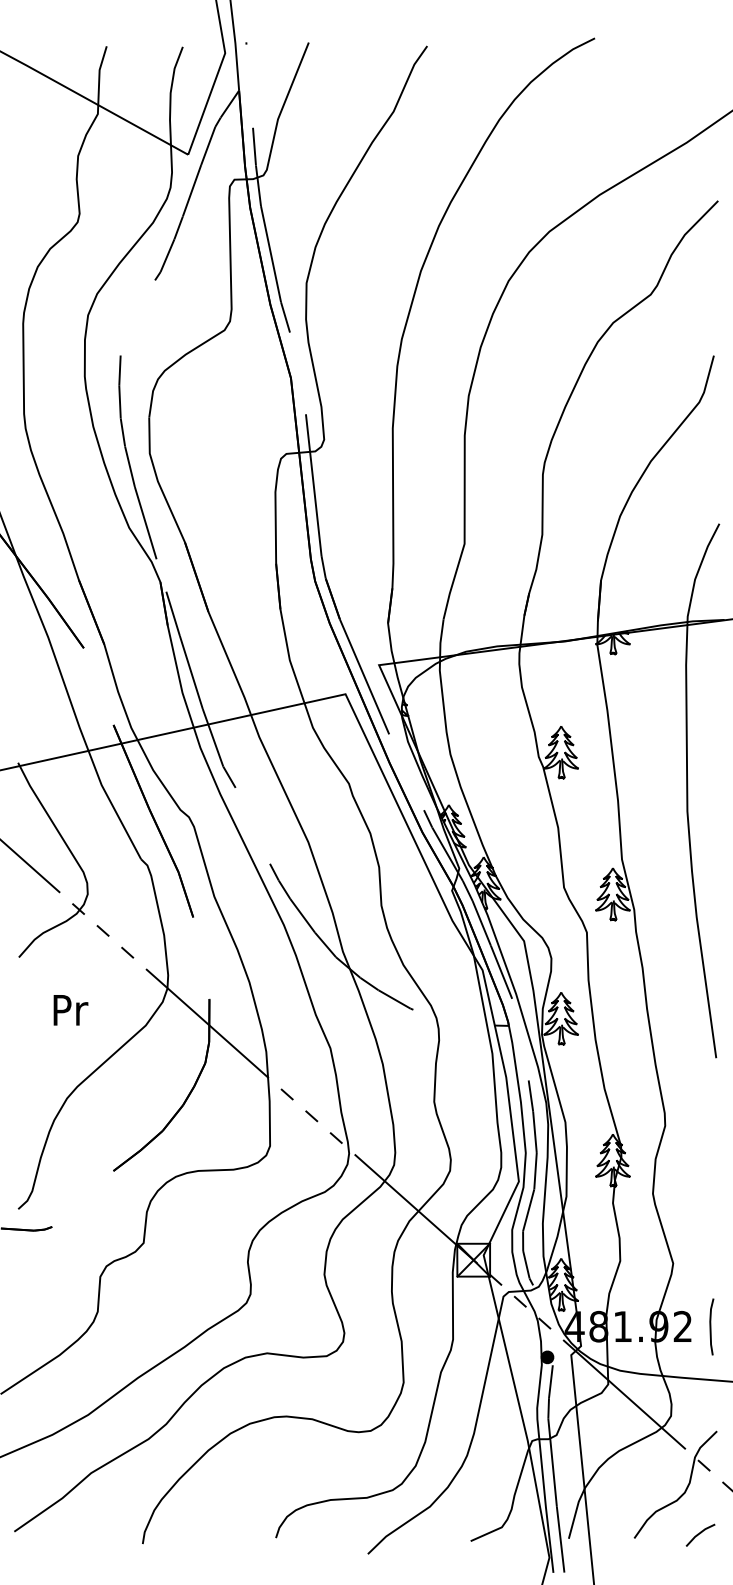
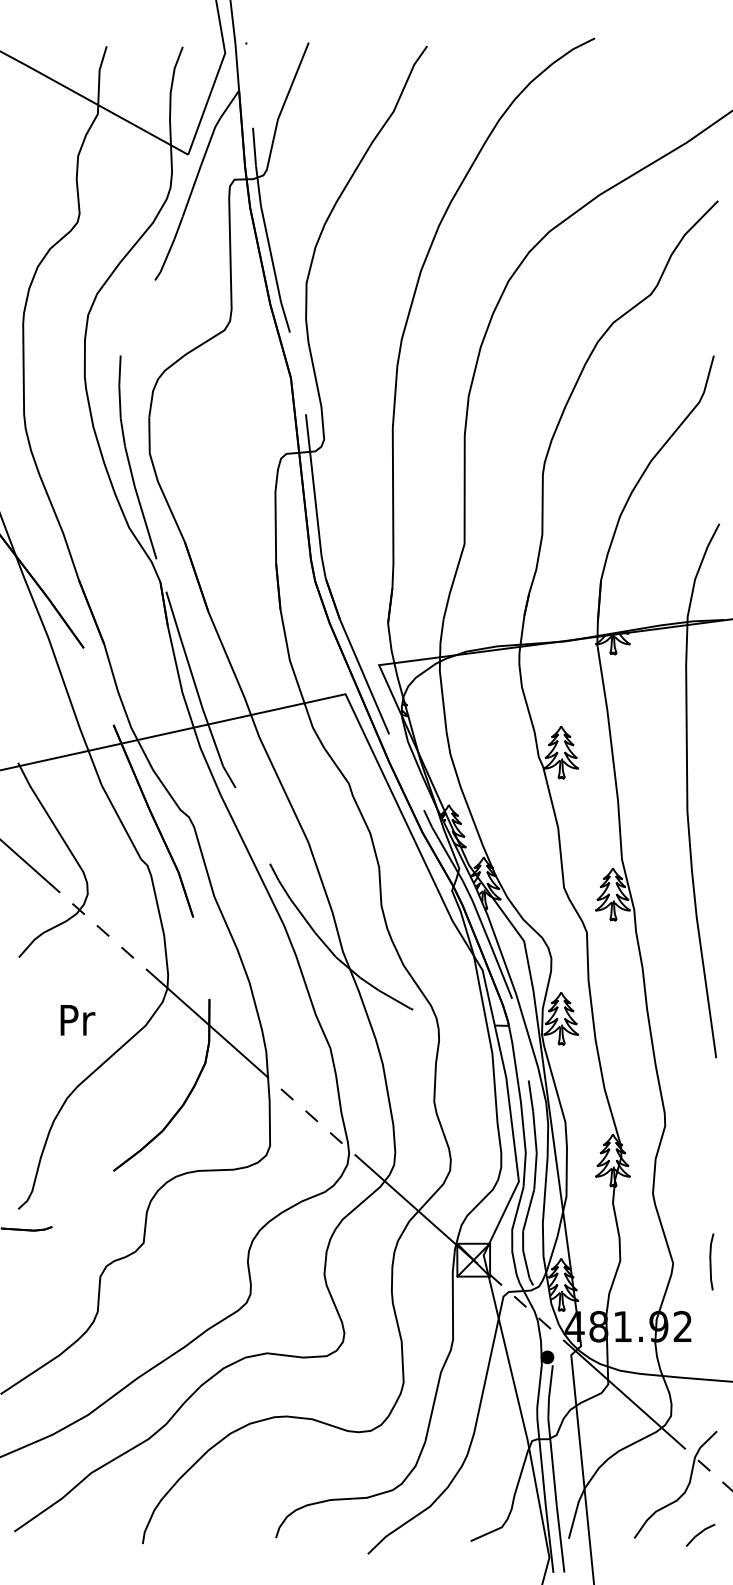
text at (70, 1010) position: (70, 1010) -> (77, 1020)
line at (711, 1326) position: (711, 1326) -> (711, 1261)
